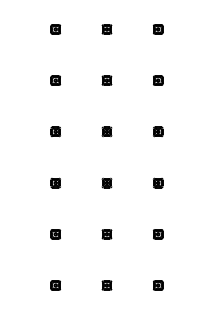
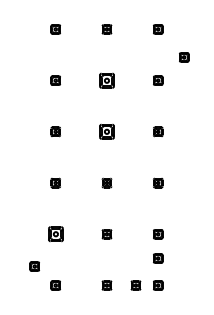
part at (184, 57): none -> present
part at (106, 80) size: 12x11 px -> 16x17 px
part at (106, 131) size: 12x12 px -> 16x16 px
part at (55, 234) size: 11x11 px -> 16x17 px
part at (158, 258): none -> present
part at (34, 266): none -> present
part at (135, 285): none -> present
